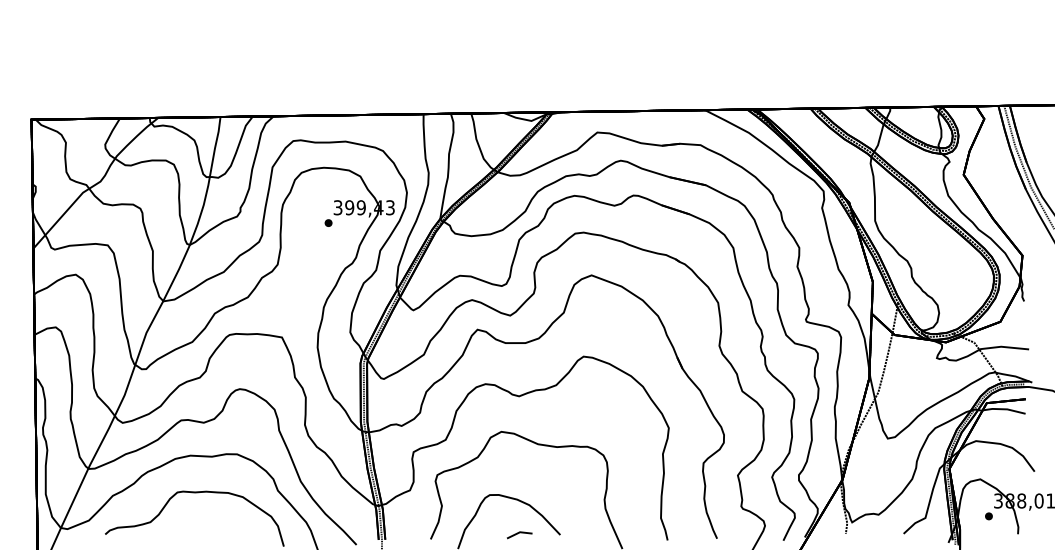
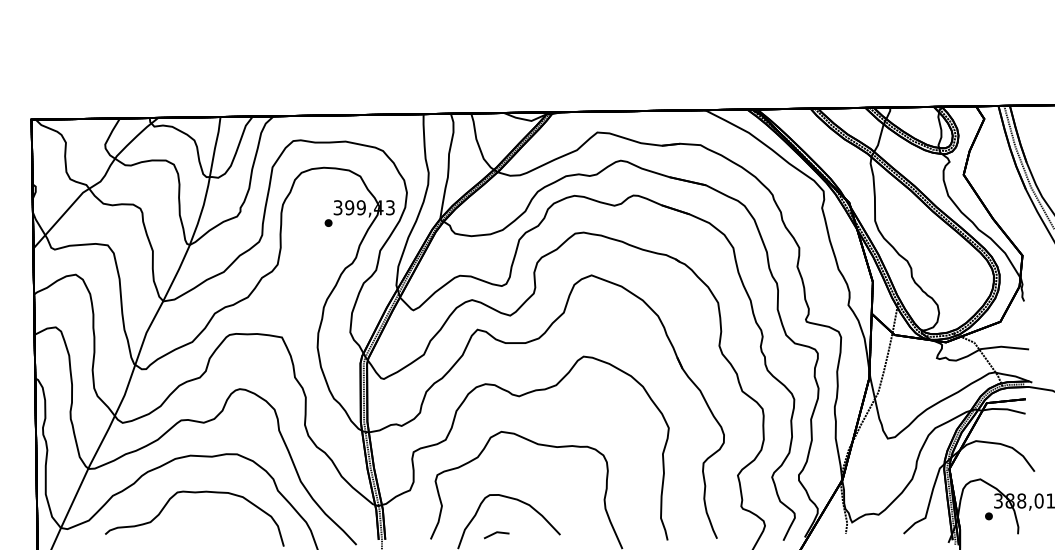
line at (519, 533) position: (519, 533) -> (496, 533)
